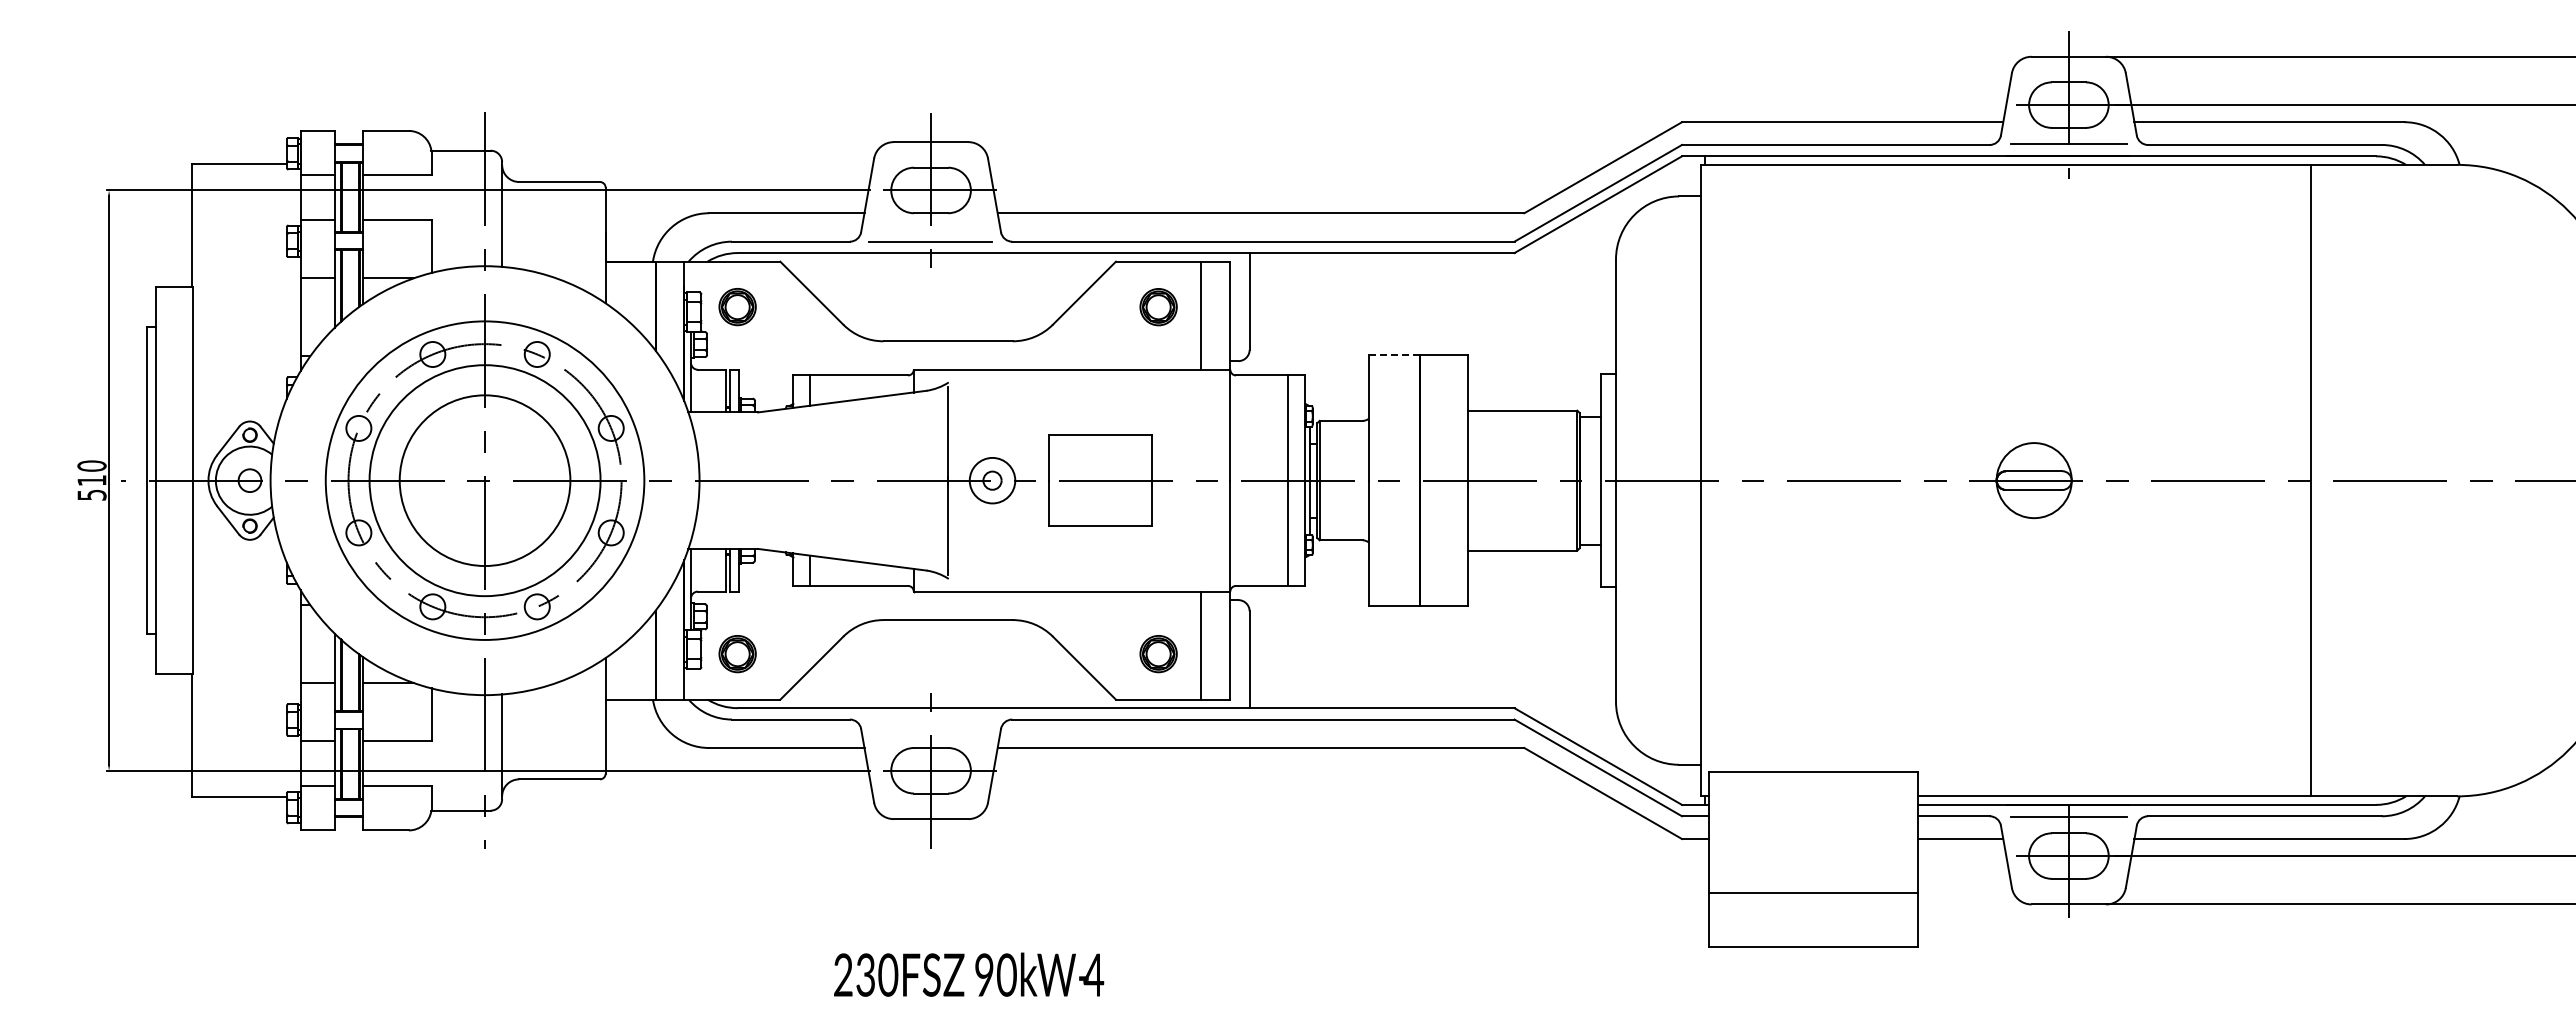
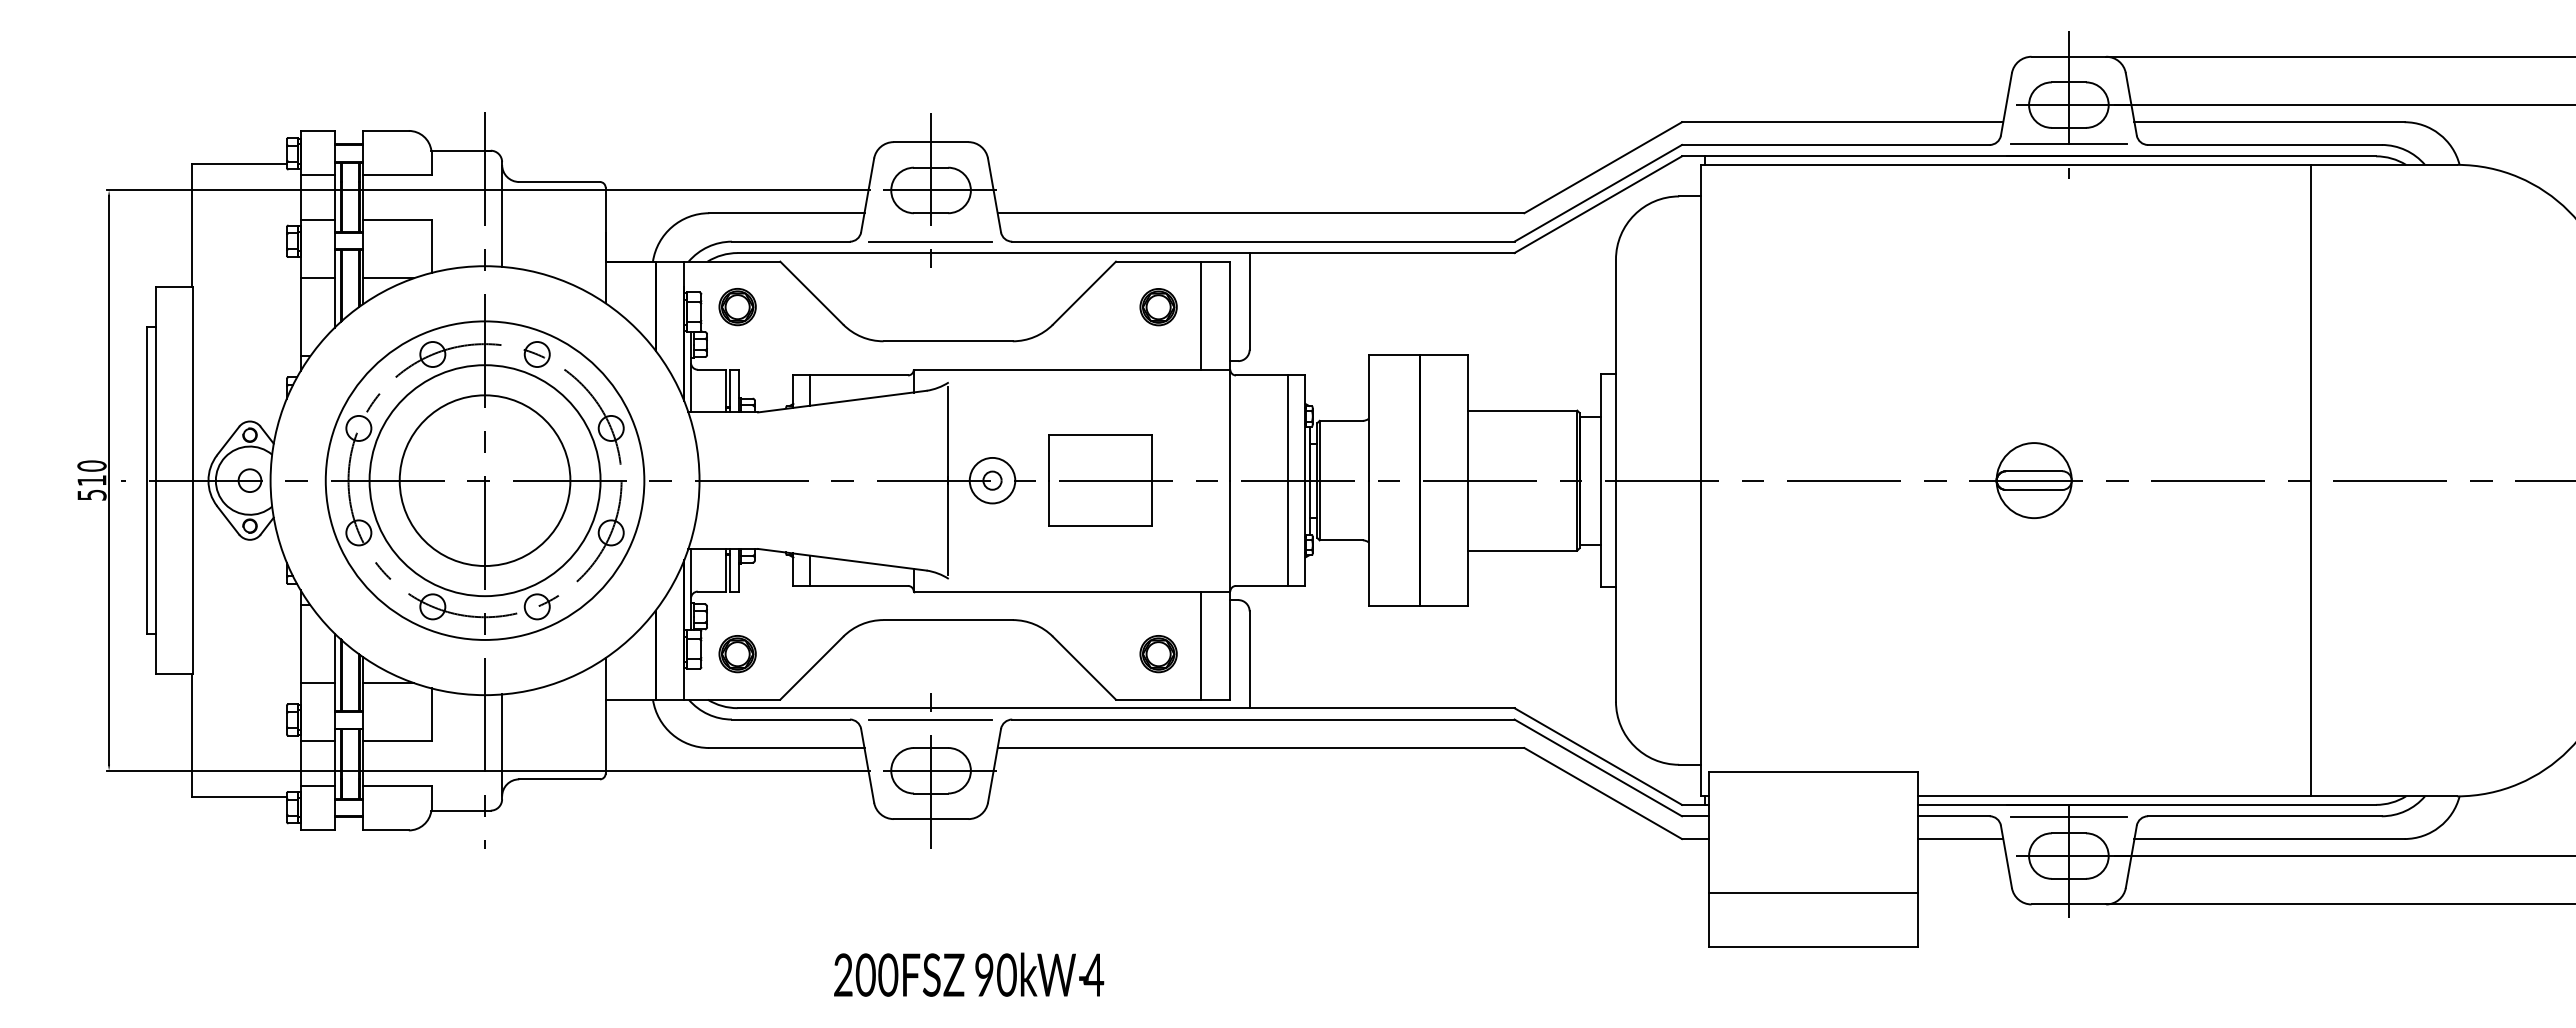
line at (1394, 355): dashed -> solid
line at (929, 719): none -> present
text at (865, 974): 230FSZ -> 200FSZ
